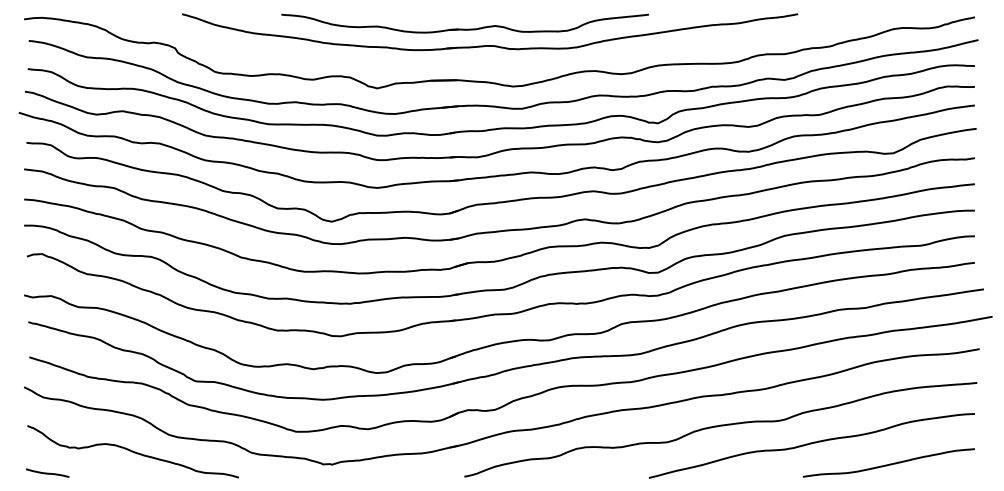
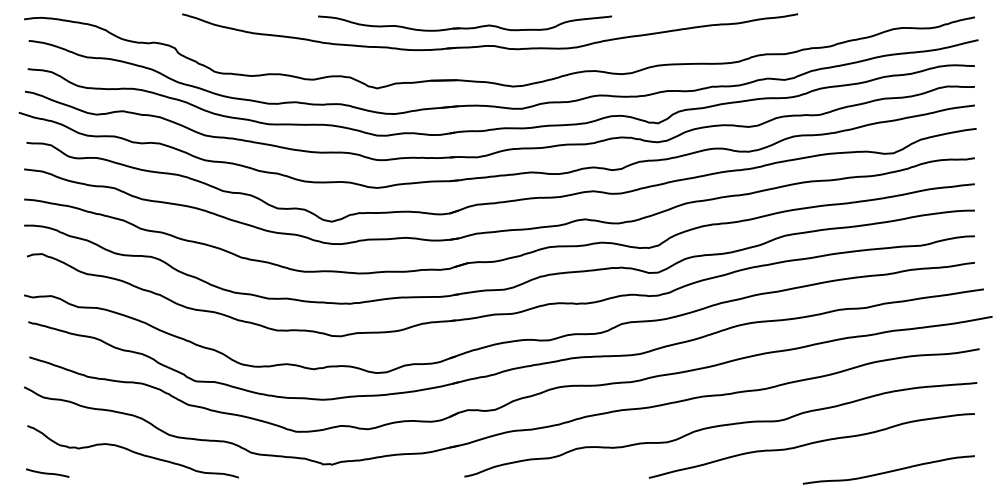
part at (464, 23) size: 368x21 px -> 295x17 px
curve at (889, 463) position: (889, 463) -> (889, 470)
